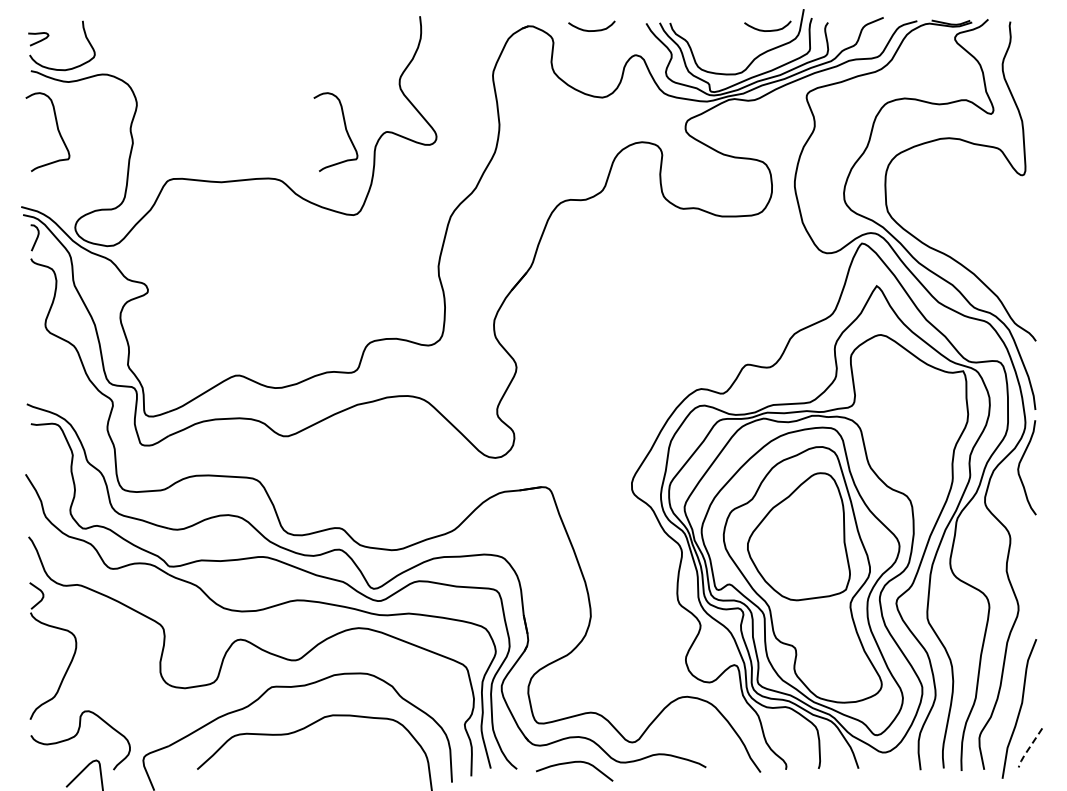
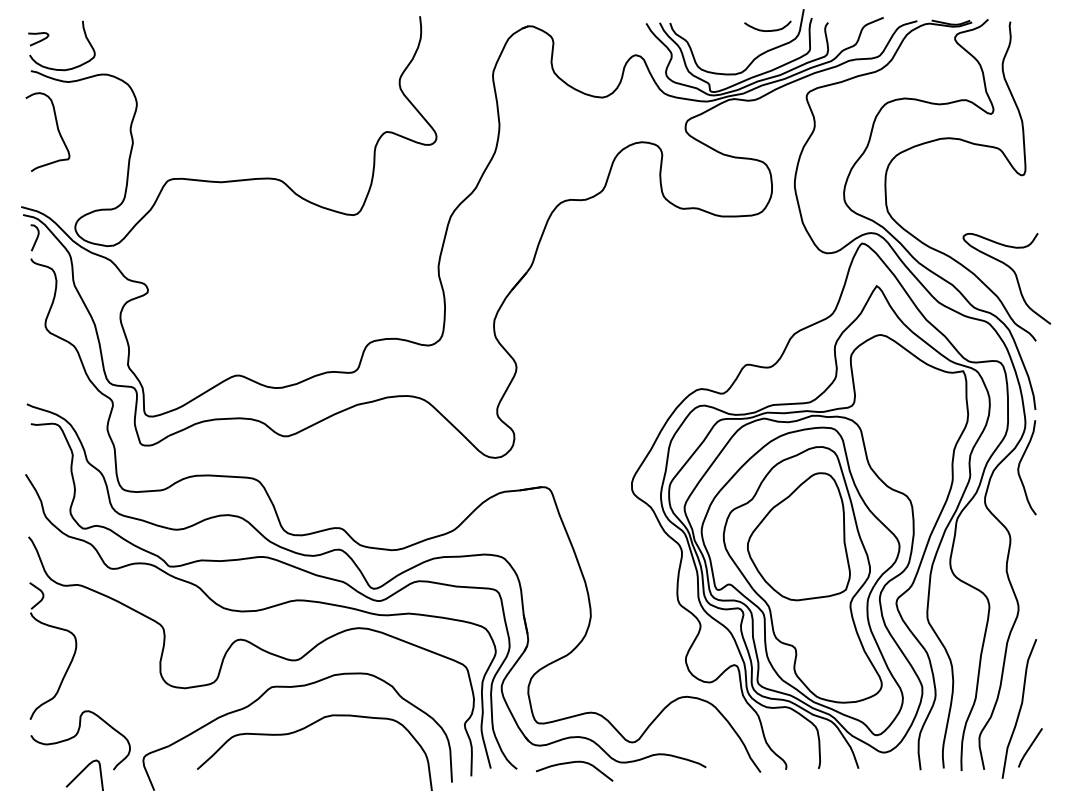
curve at (591, 30): present -> none
curve at (344, 127): present -> none
curve at (1014, 274): none -> present
line at (1028, 748): dashed -> solid
